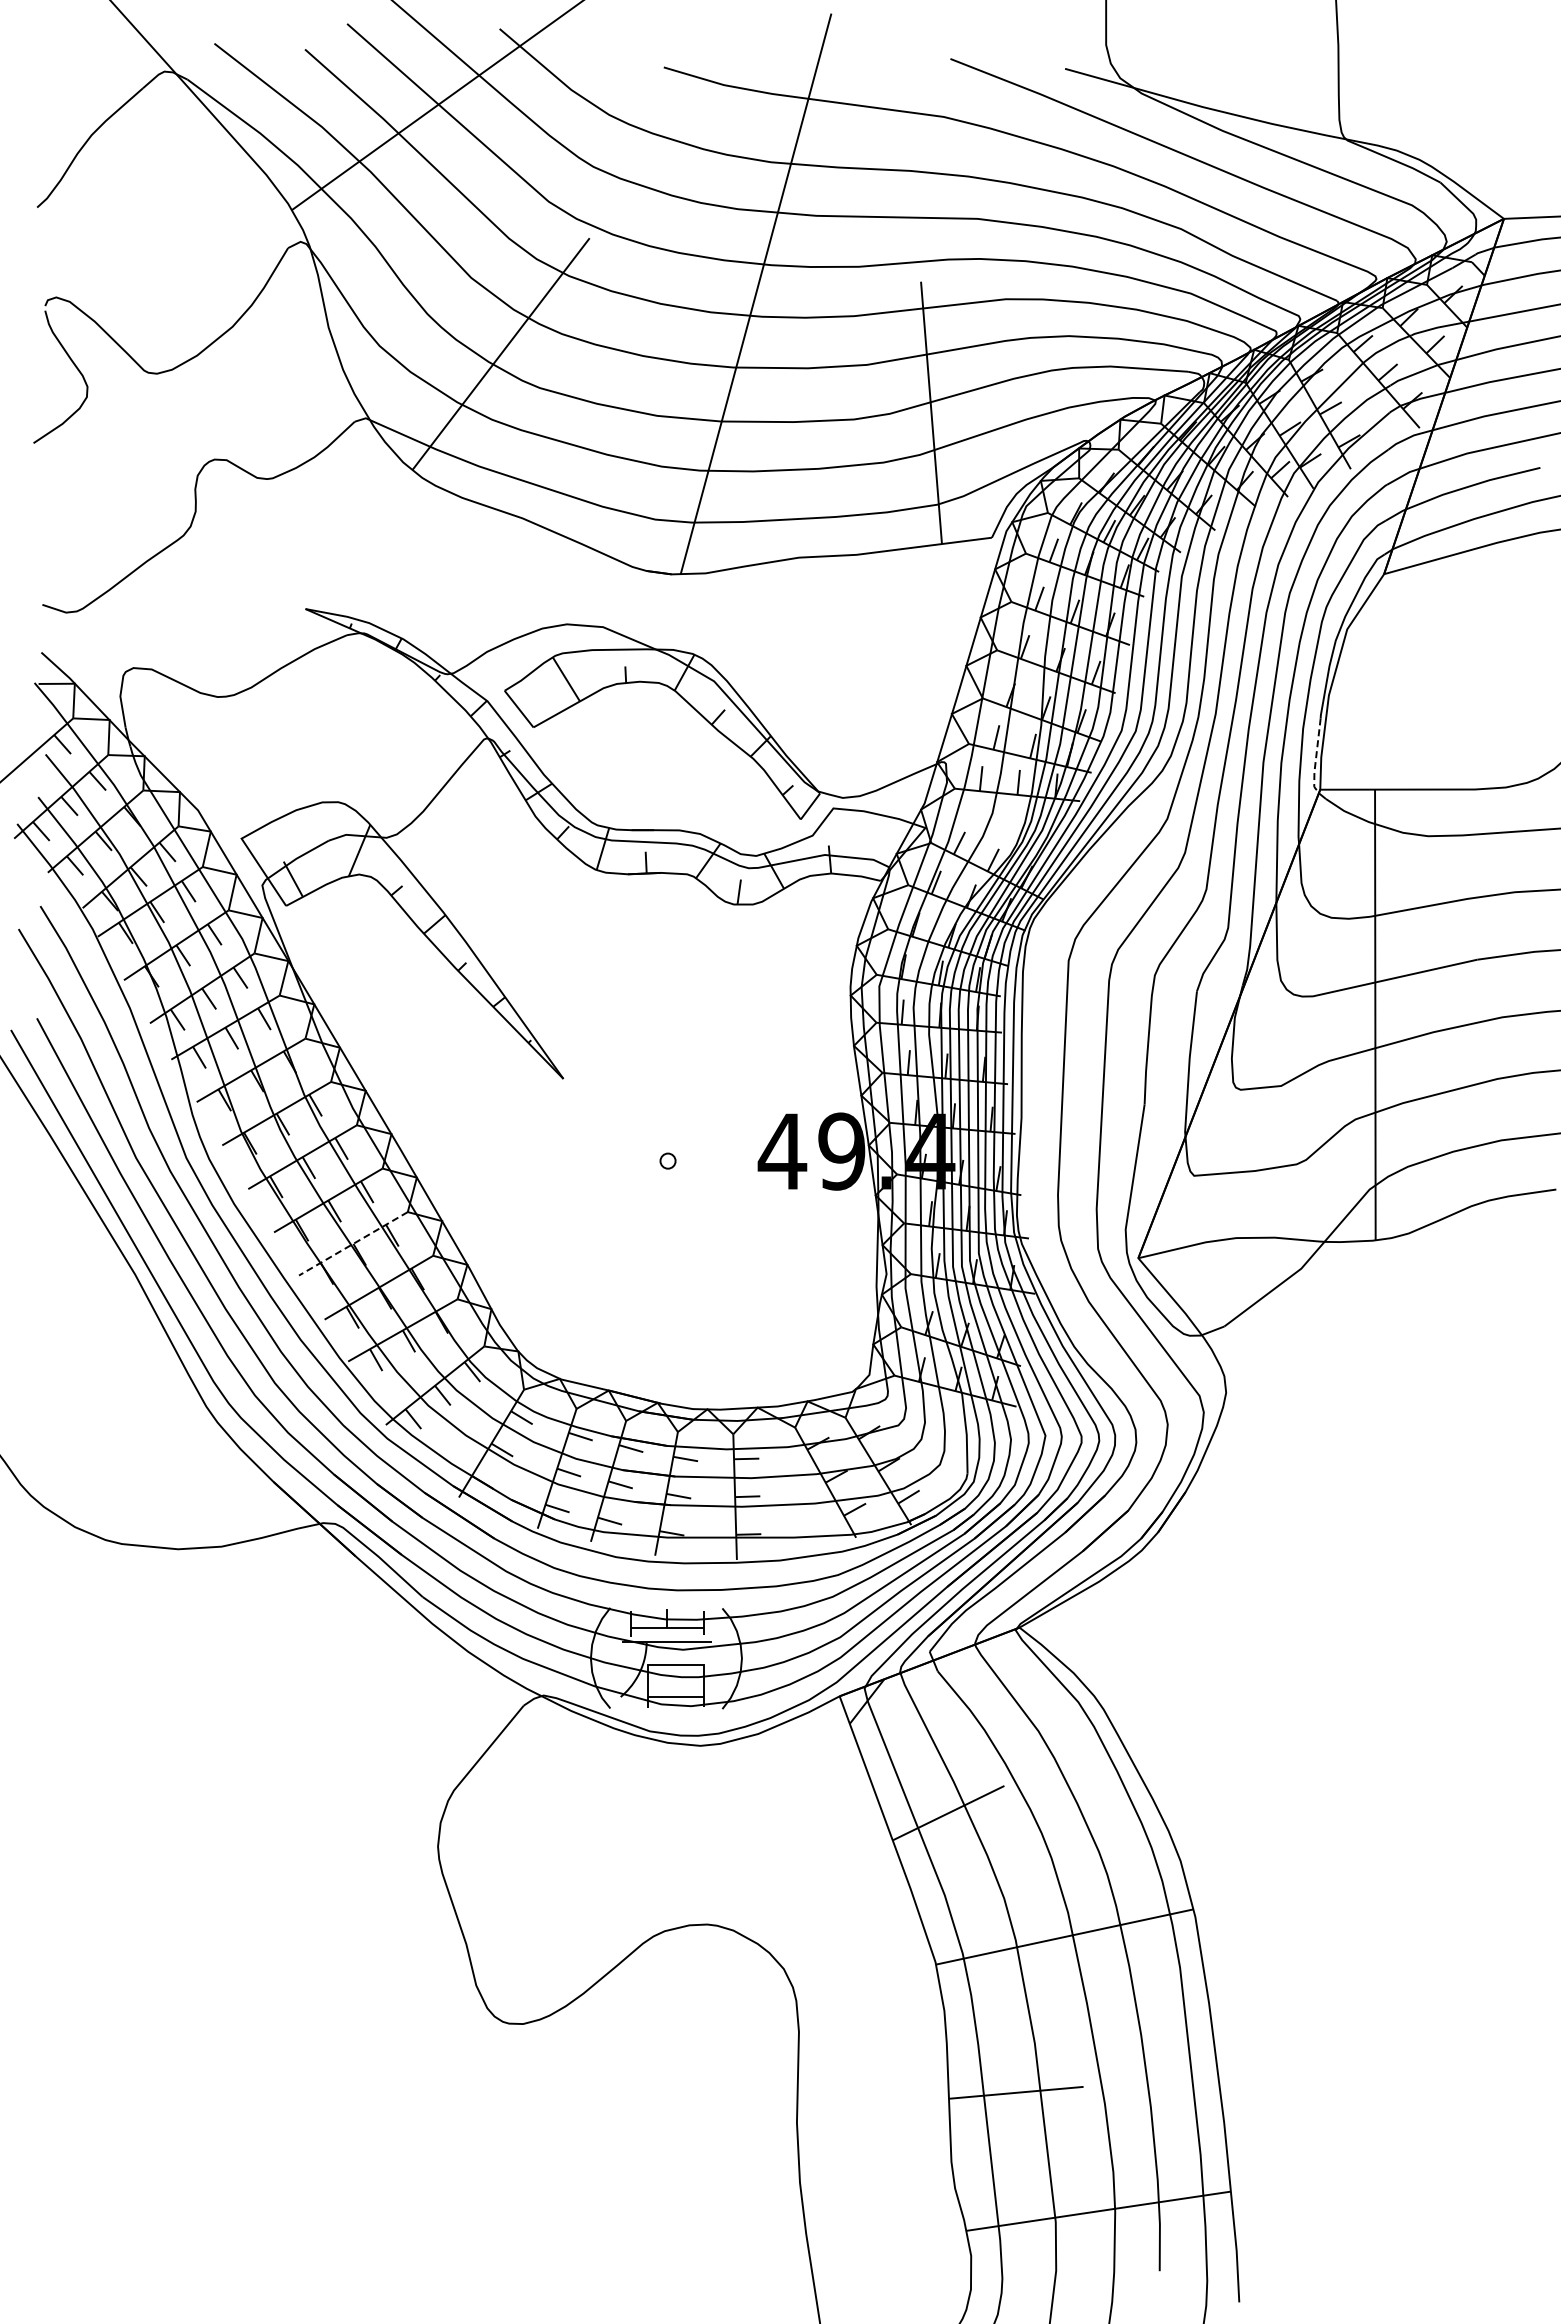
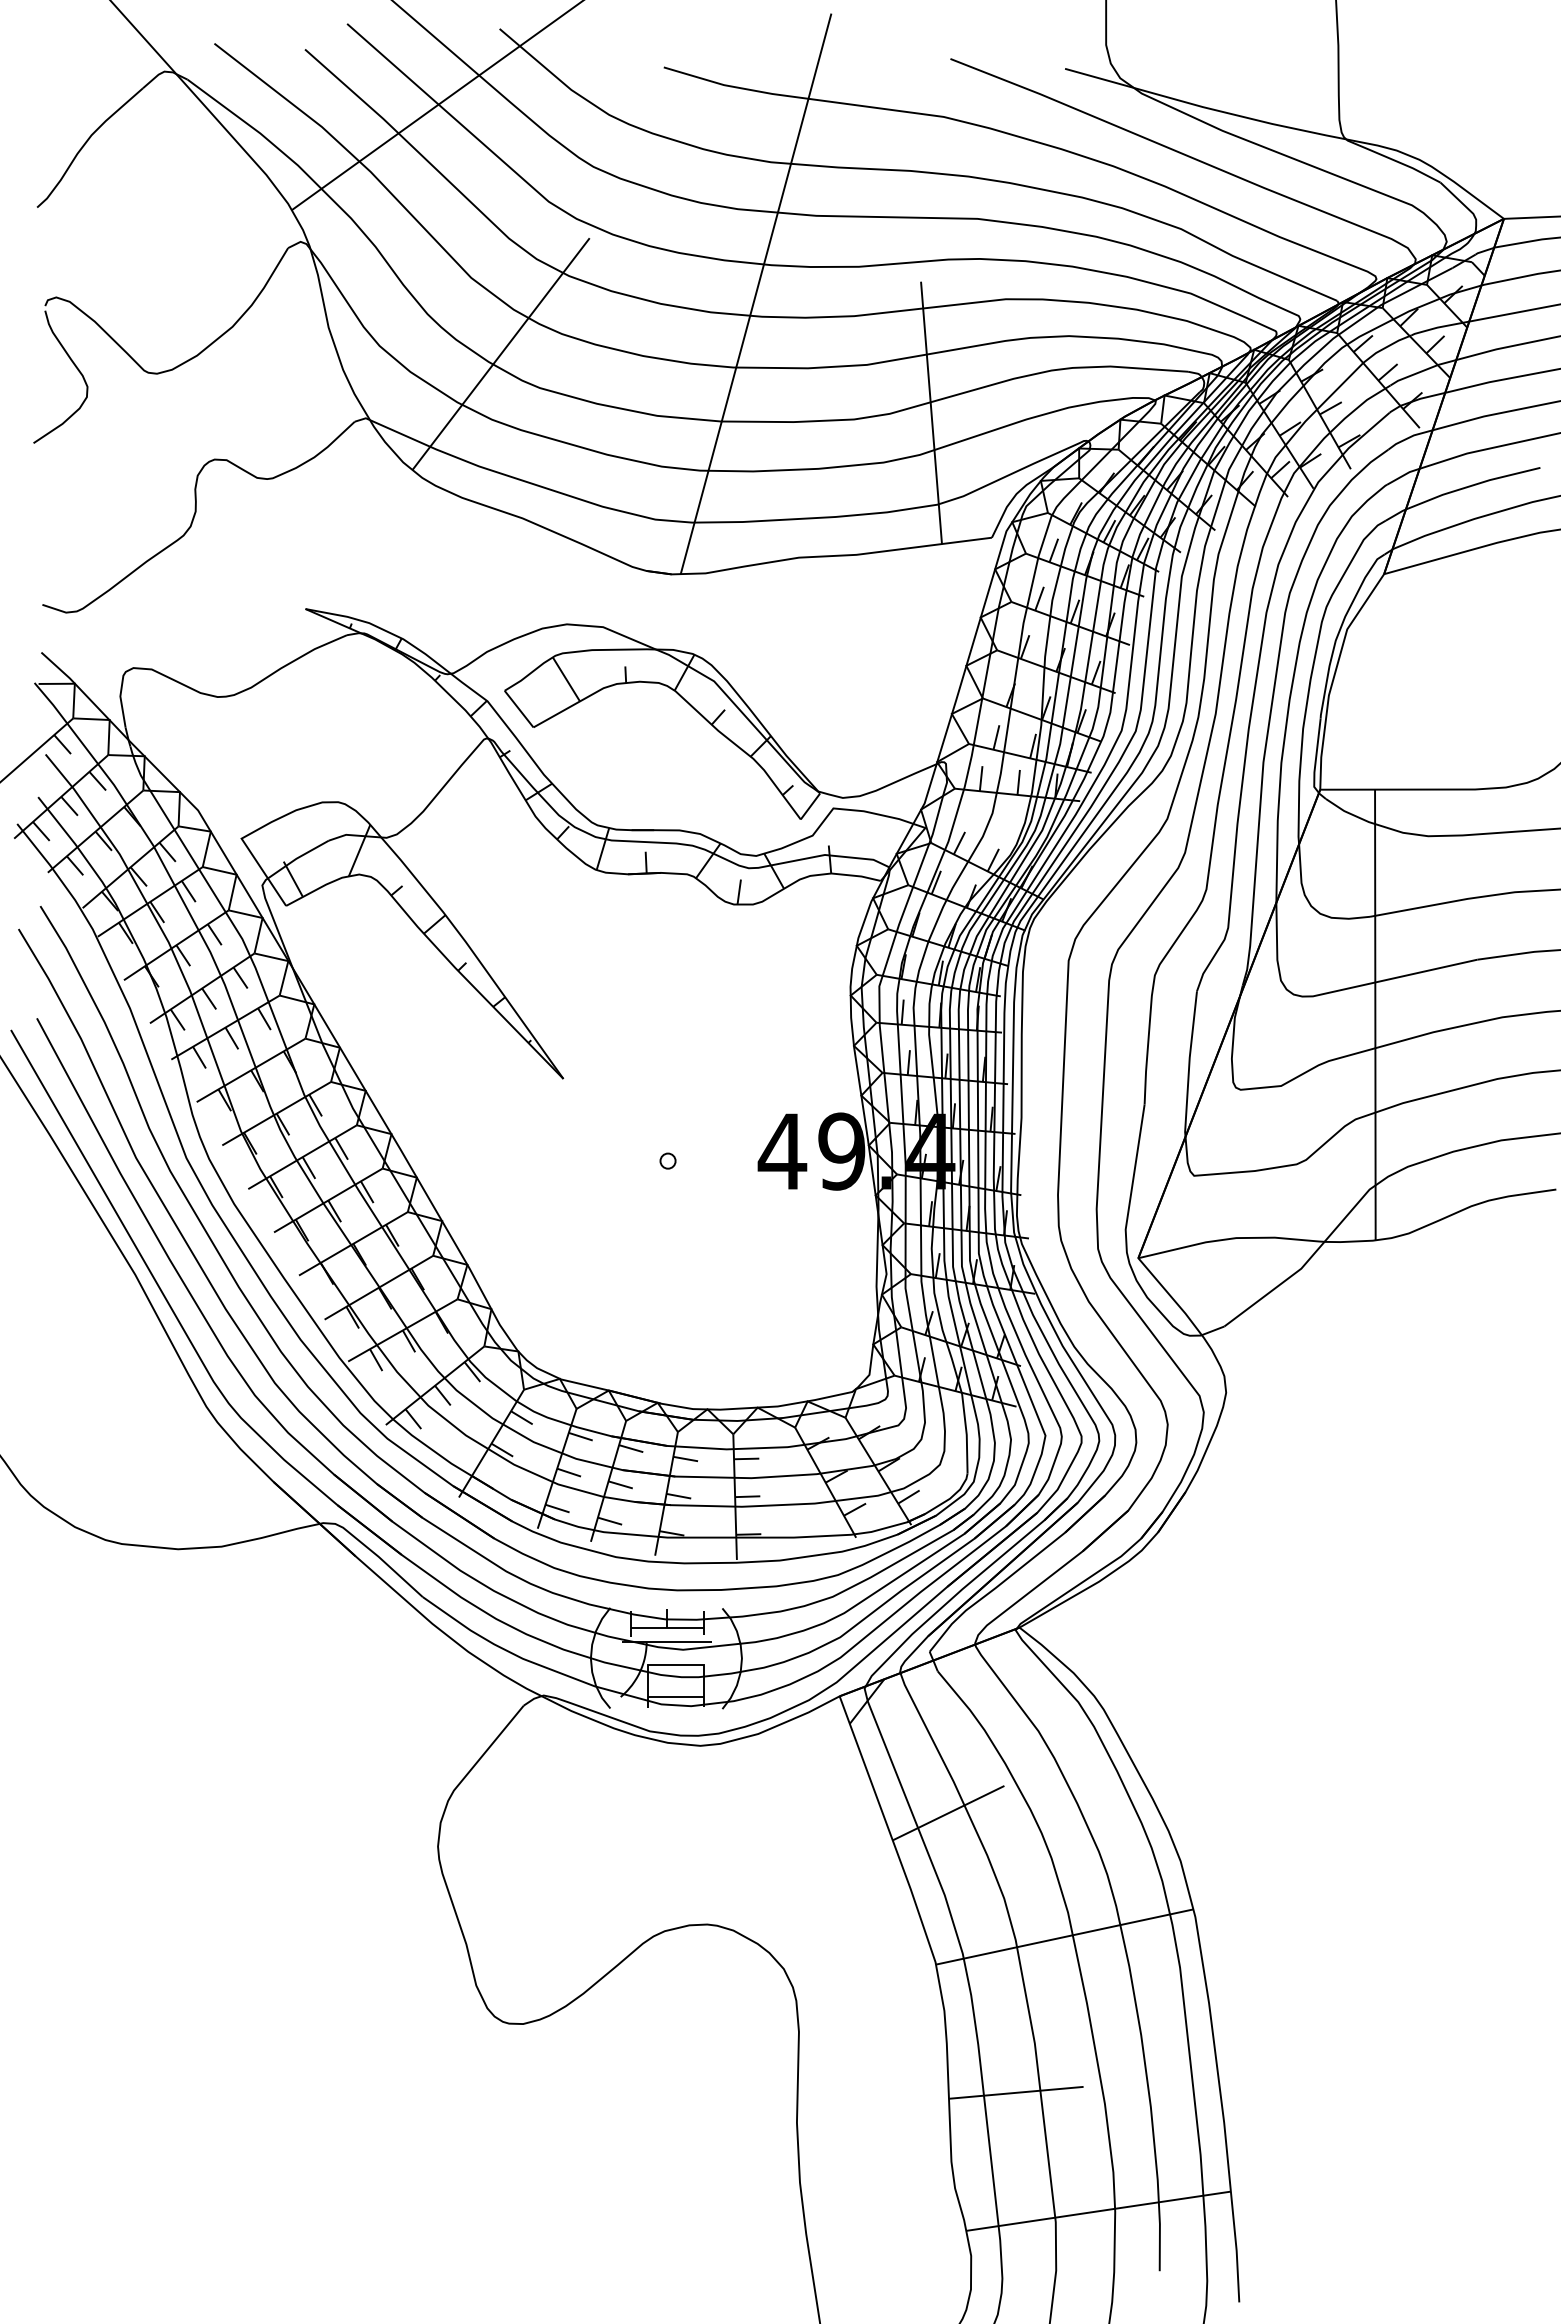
line at (1316, 757): dashed -> solid
line at (353, 1243): dashed -> solid
